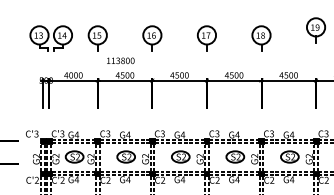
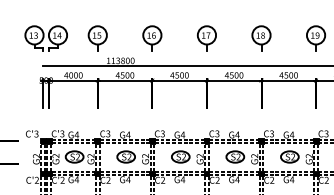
part at (316, 30) position: (316, 30) -> (316, 38)
part at (50, 38) position: (50, 38) -> (45, 38)
line at (186, 66): none -> present
